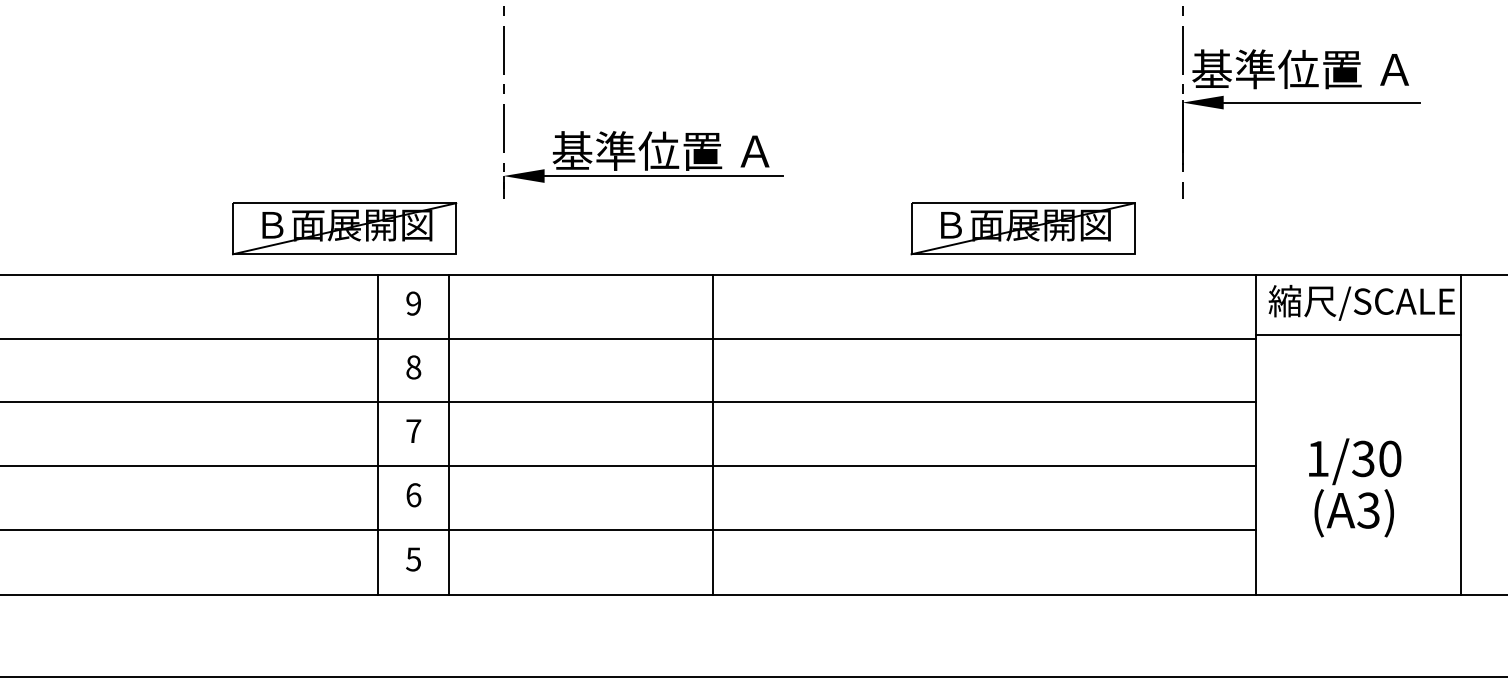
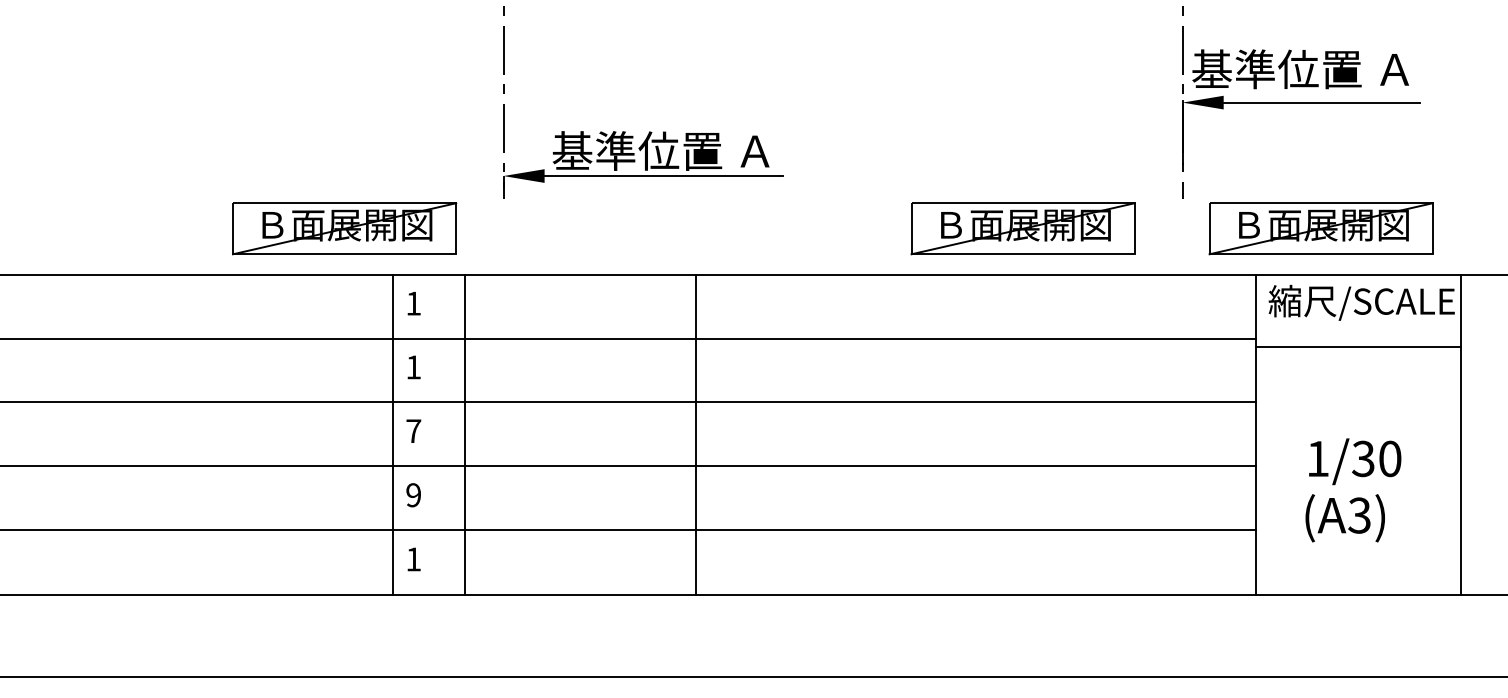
part at (1320, 228): none -> present
text at (413, 303): 9 -> 1
line at (1358, 335) position: (1358, 335) -> (1358, 347)
text at (413, 367): 8 -> 1
line at (378, 434) position: (378, 434) -> (393, 434)
line at (449, 434) position: (449, 434) -> (465, 434)
line at (713, 434) position: (713, 434) -> (696, 434)
text at (413, 495): 6 -> 9
text at (1353, 513) position: (1353, 513) -> (1344, 518)
text at (413, 559): 5 -> 1
